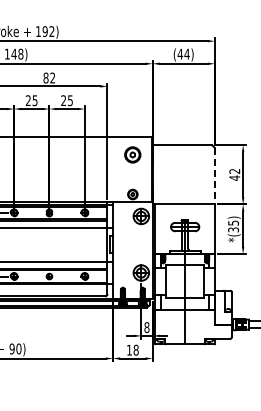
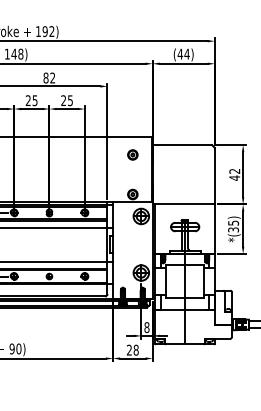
part at (132, 154) size: 18x18 px -> 12x12 px
line at (214, 176): dashed -> solid
text at (129, 349): 18 -> 28
